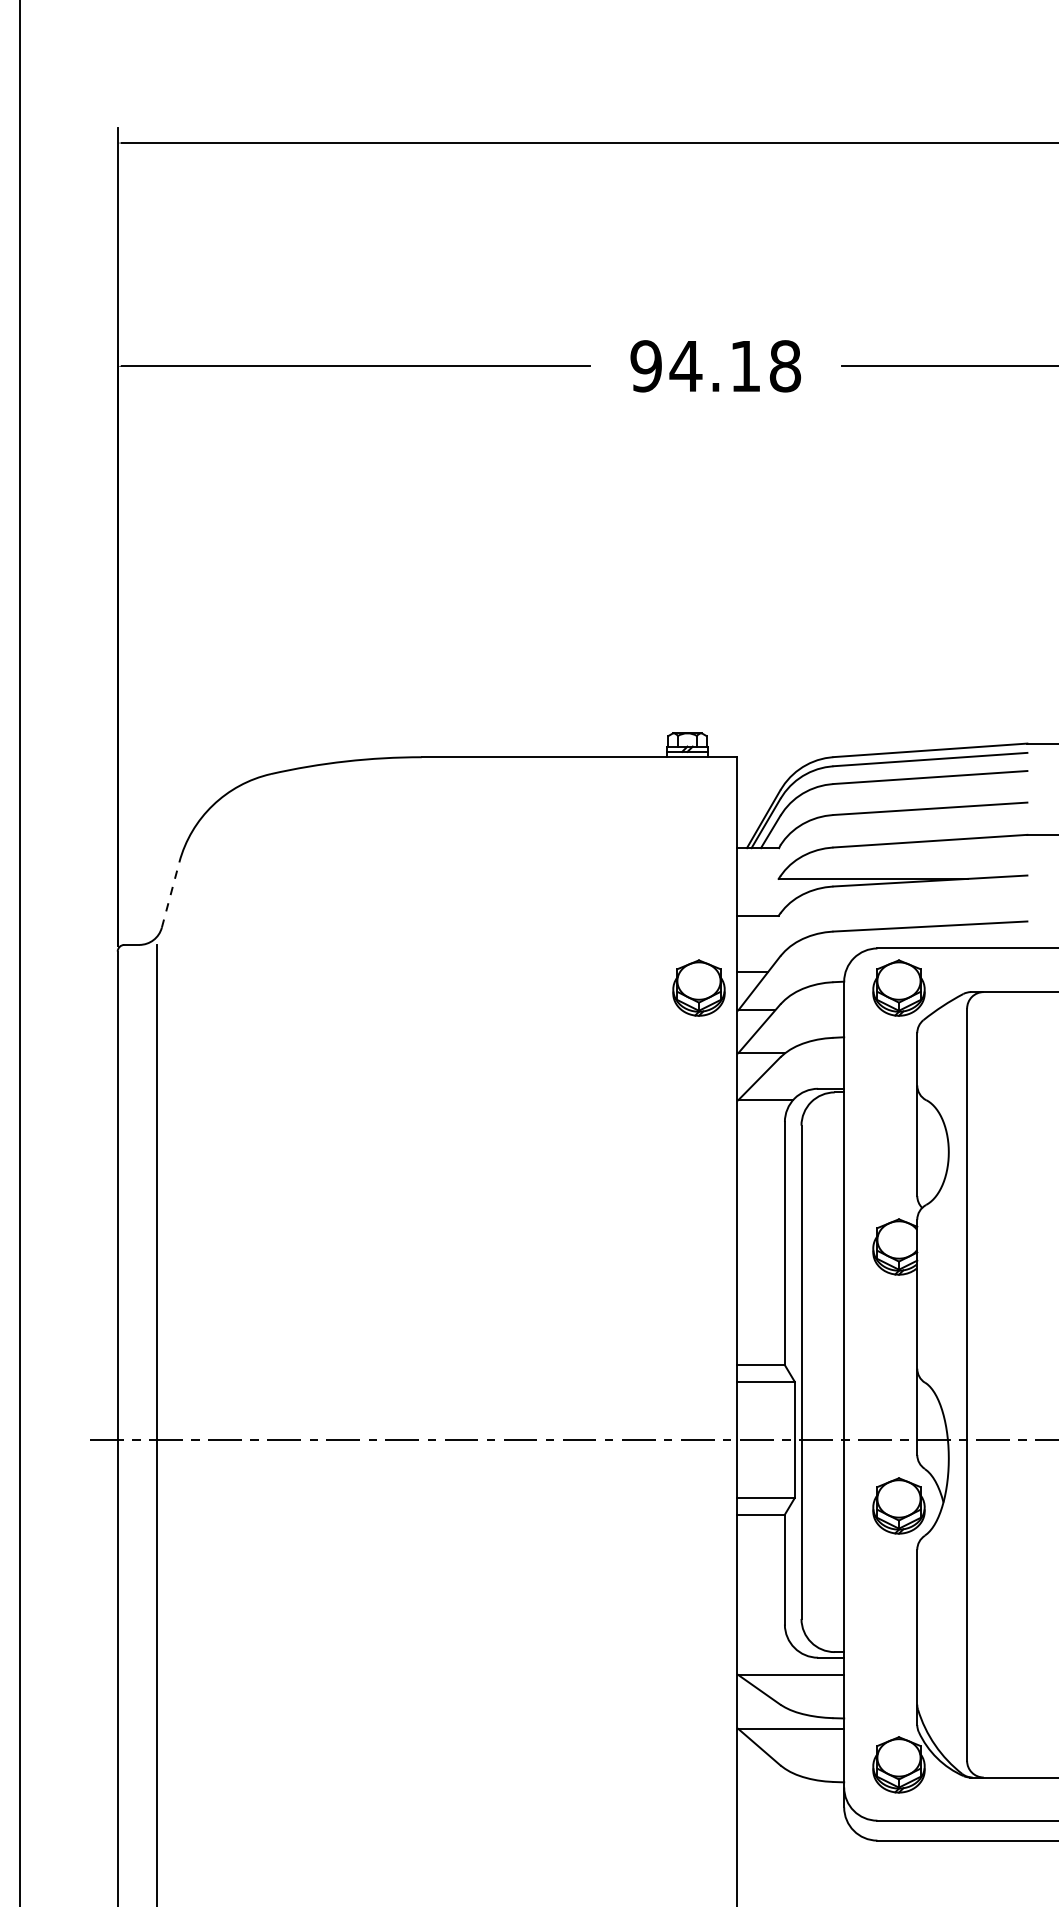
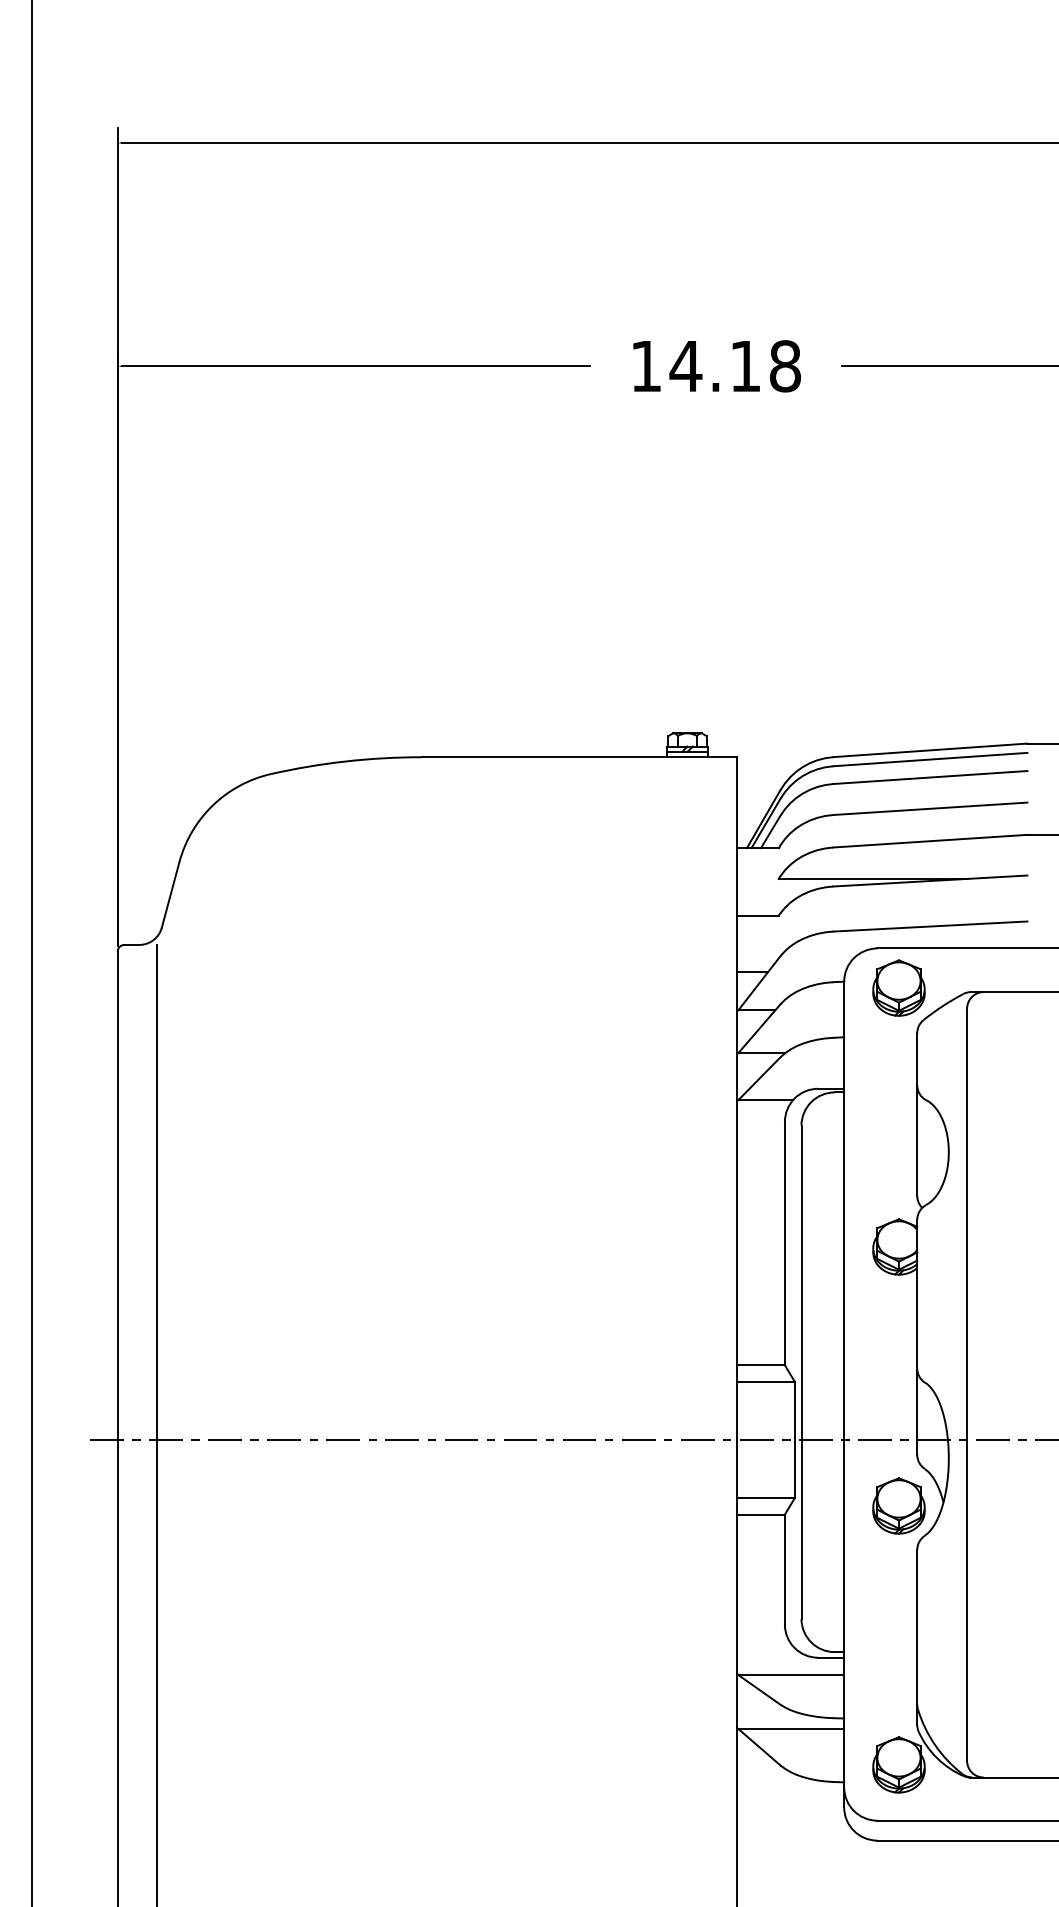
text at (645, 366): 94.18 -> 14.18
line at (170, 894): dashed -> solid
line at (19, 952) position: (19, 952) -> (31, 952)
part at (698, 987): present -> none
